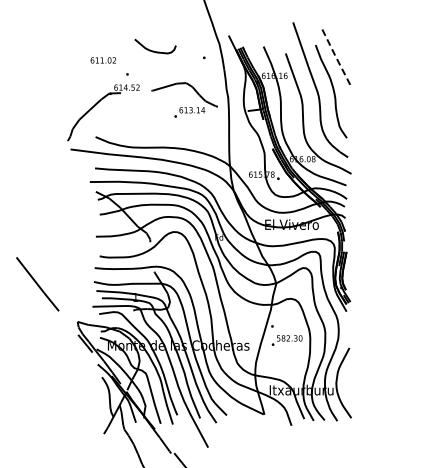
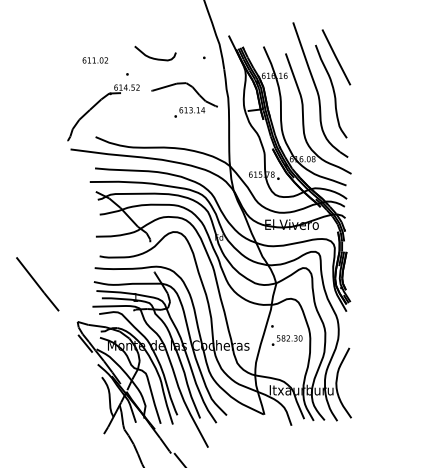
curve at (153, 50) position: (153, 50) -> (153, 57)
line at (335, 56): dashed -> solid
text at (102, 60) position: (102, 60) -> (94, 60)
